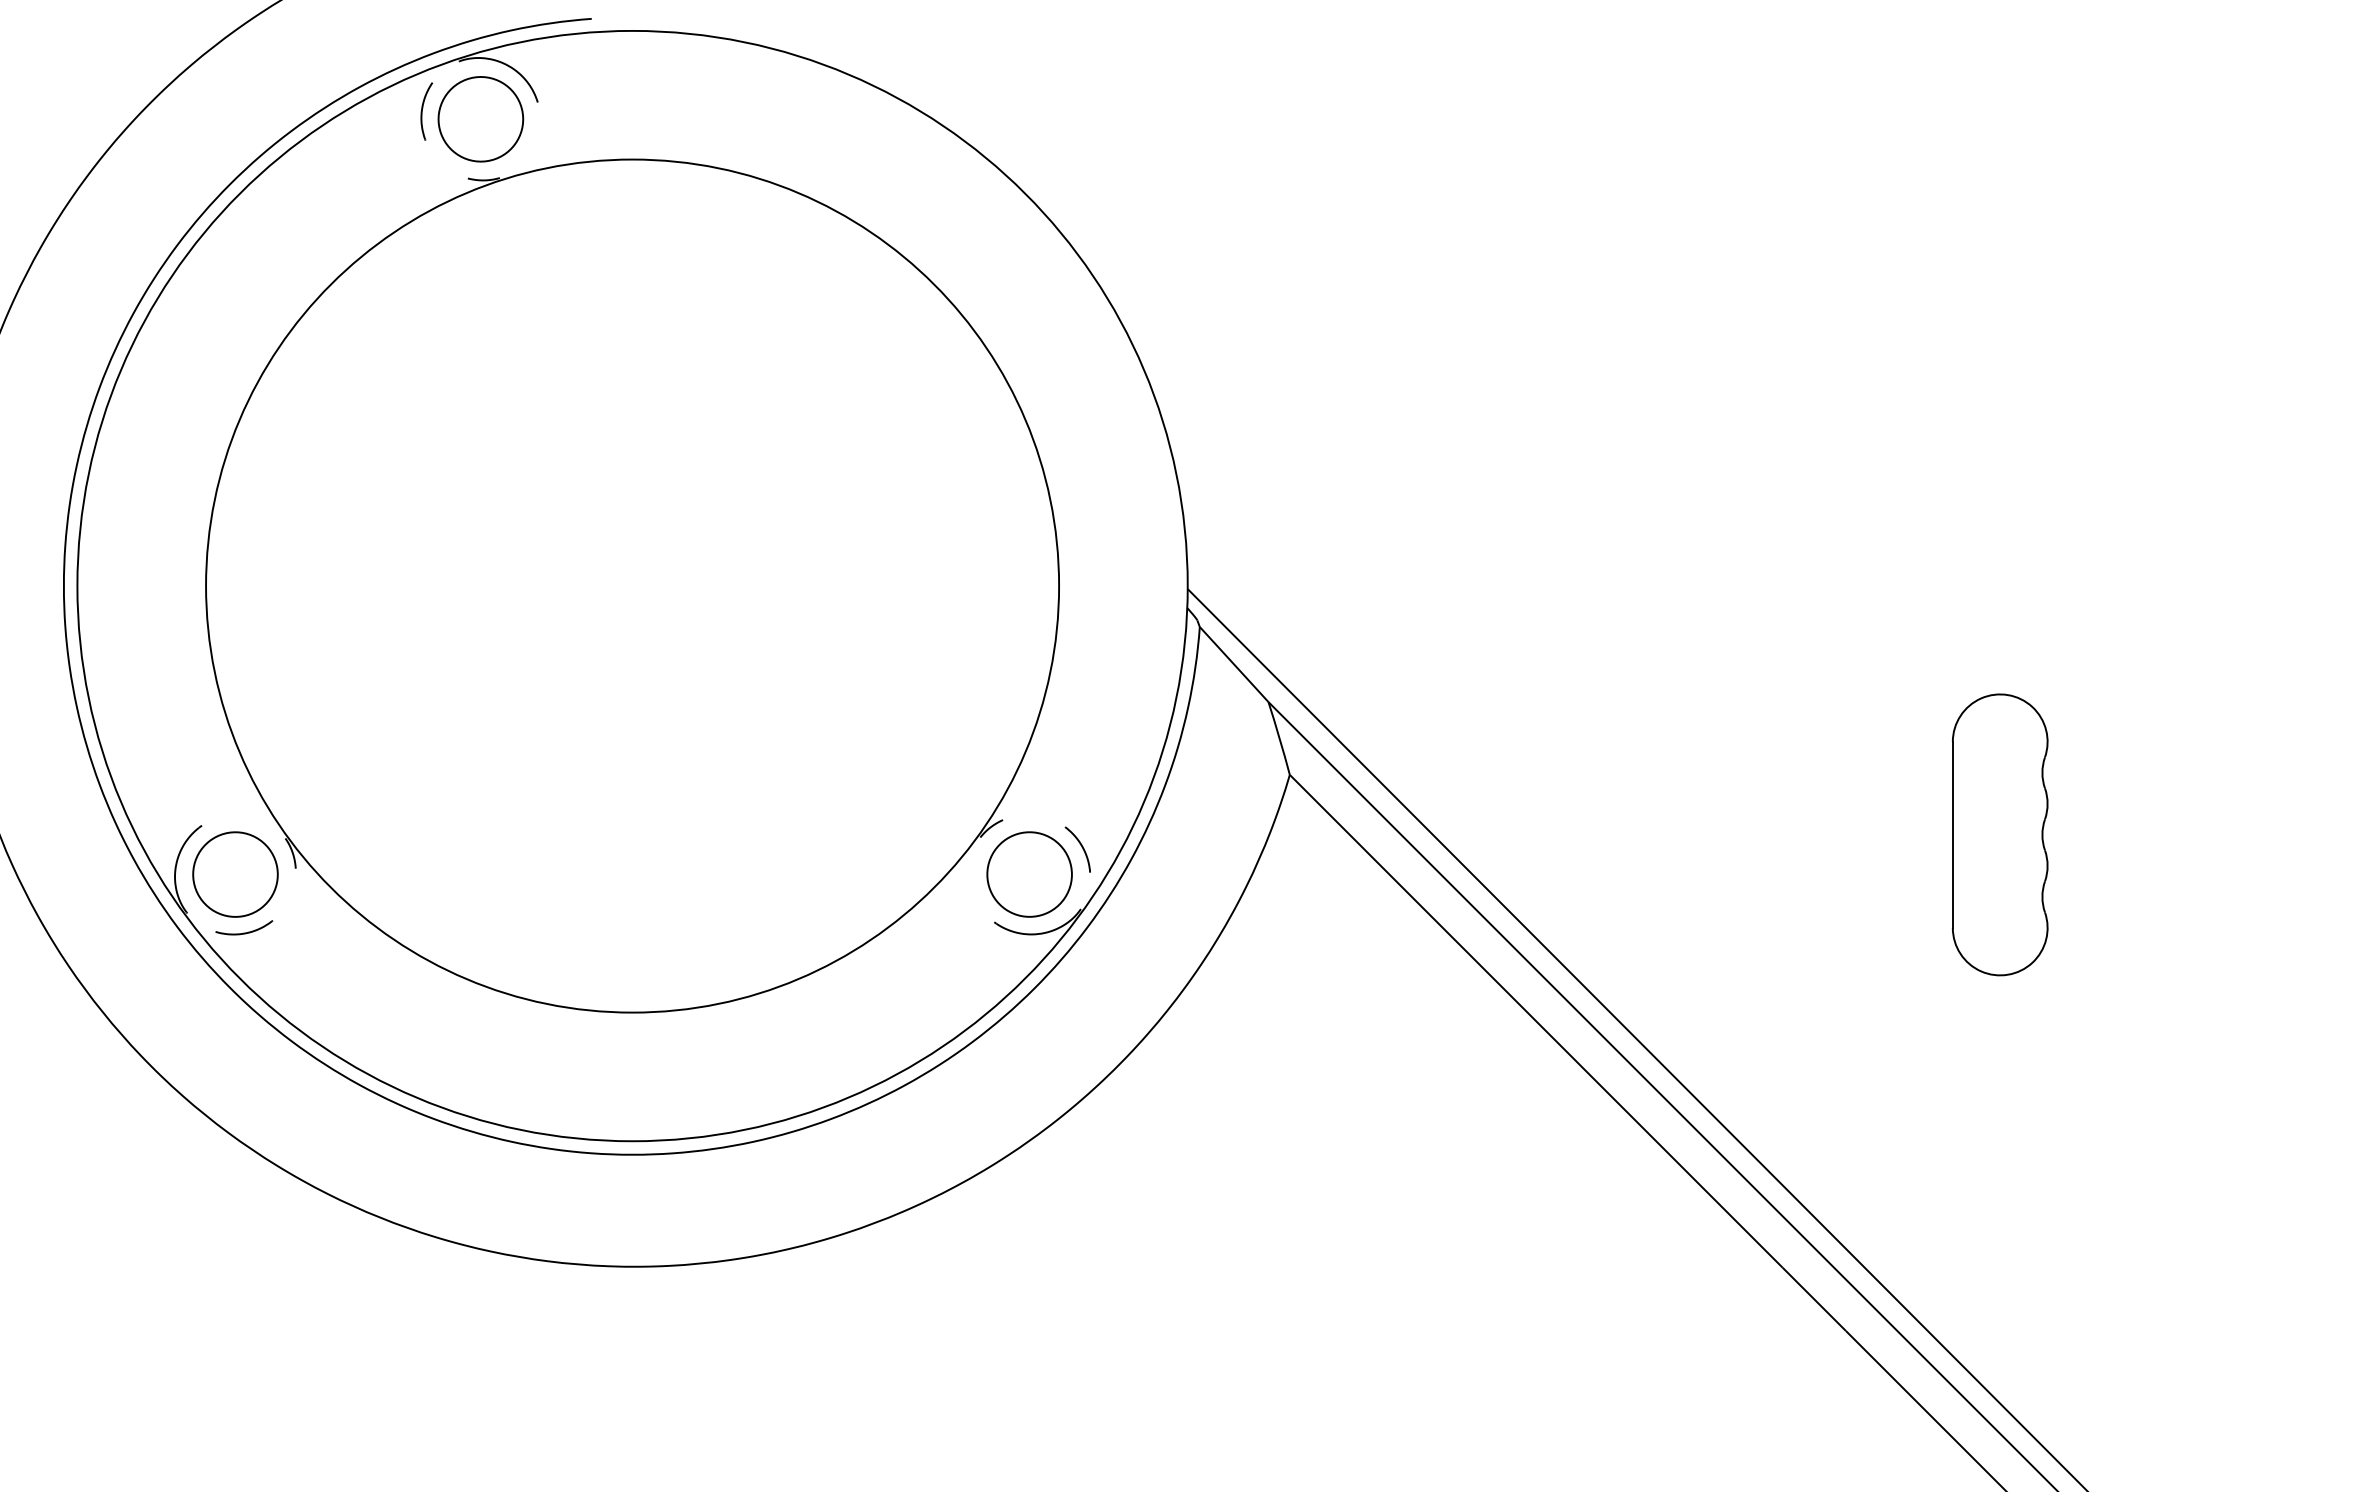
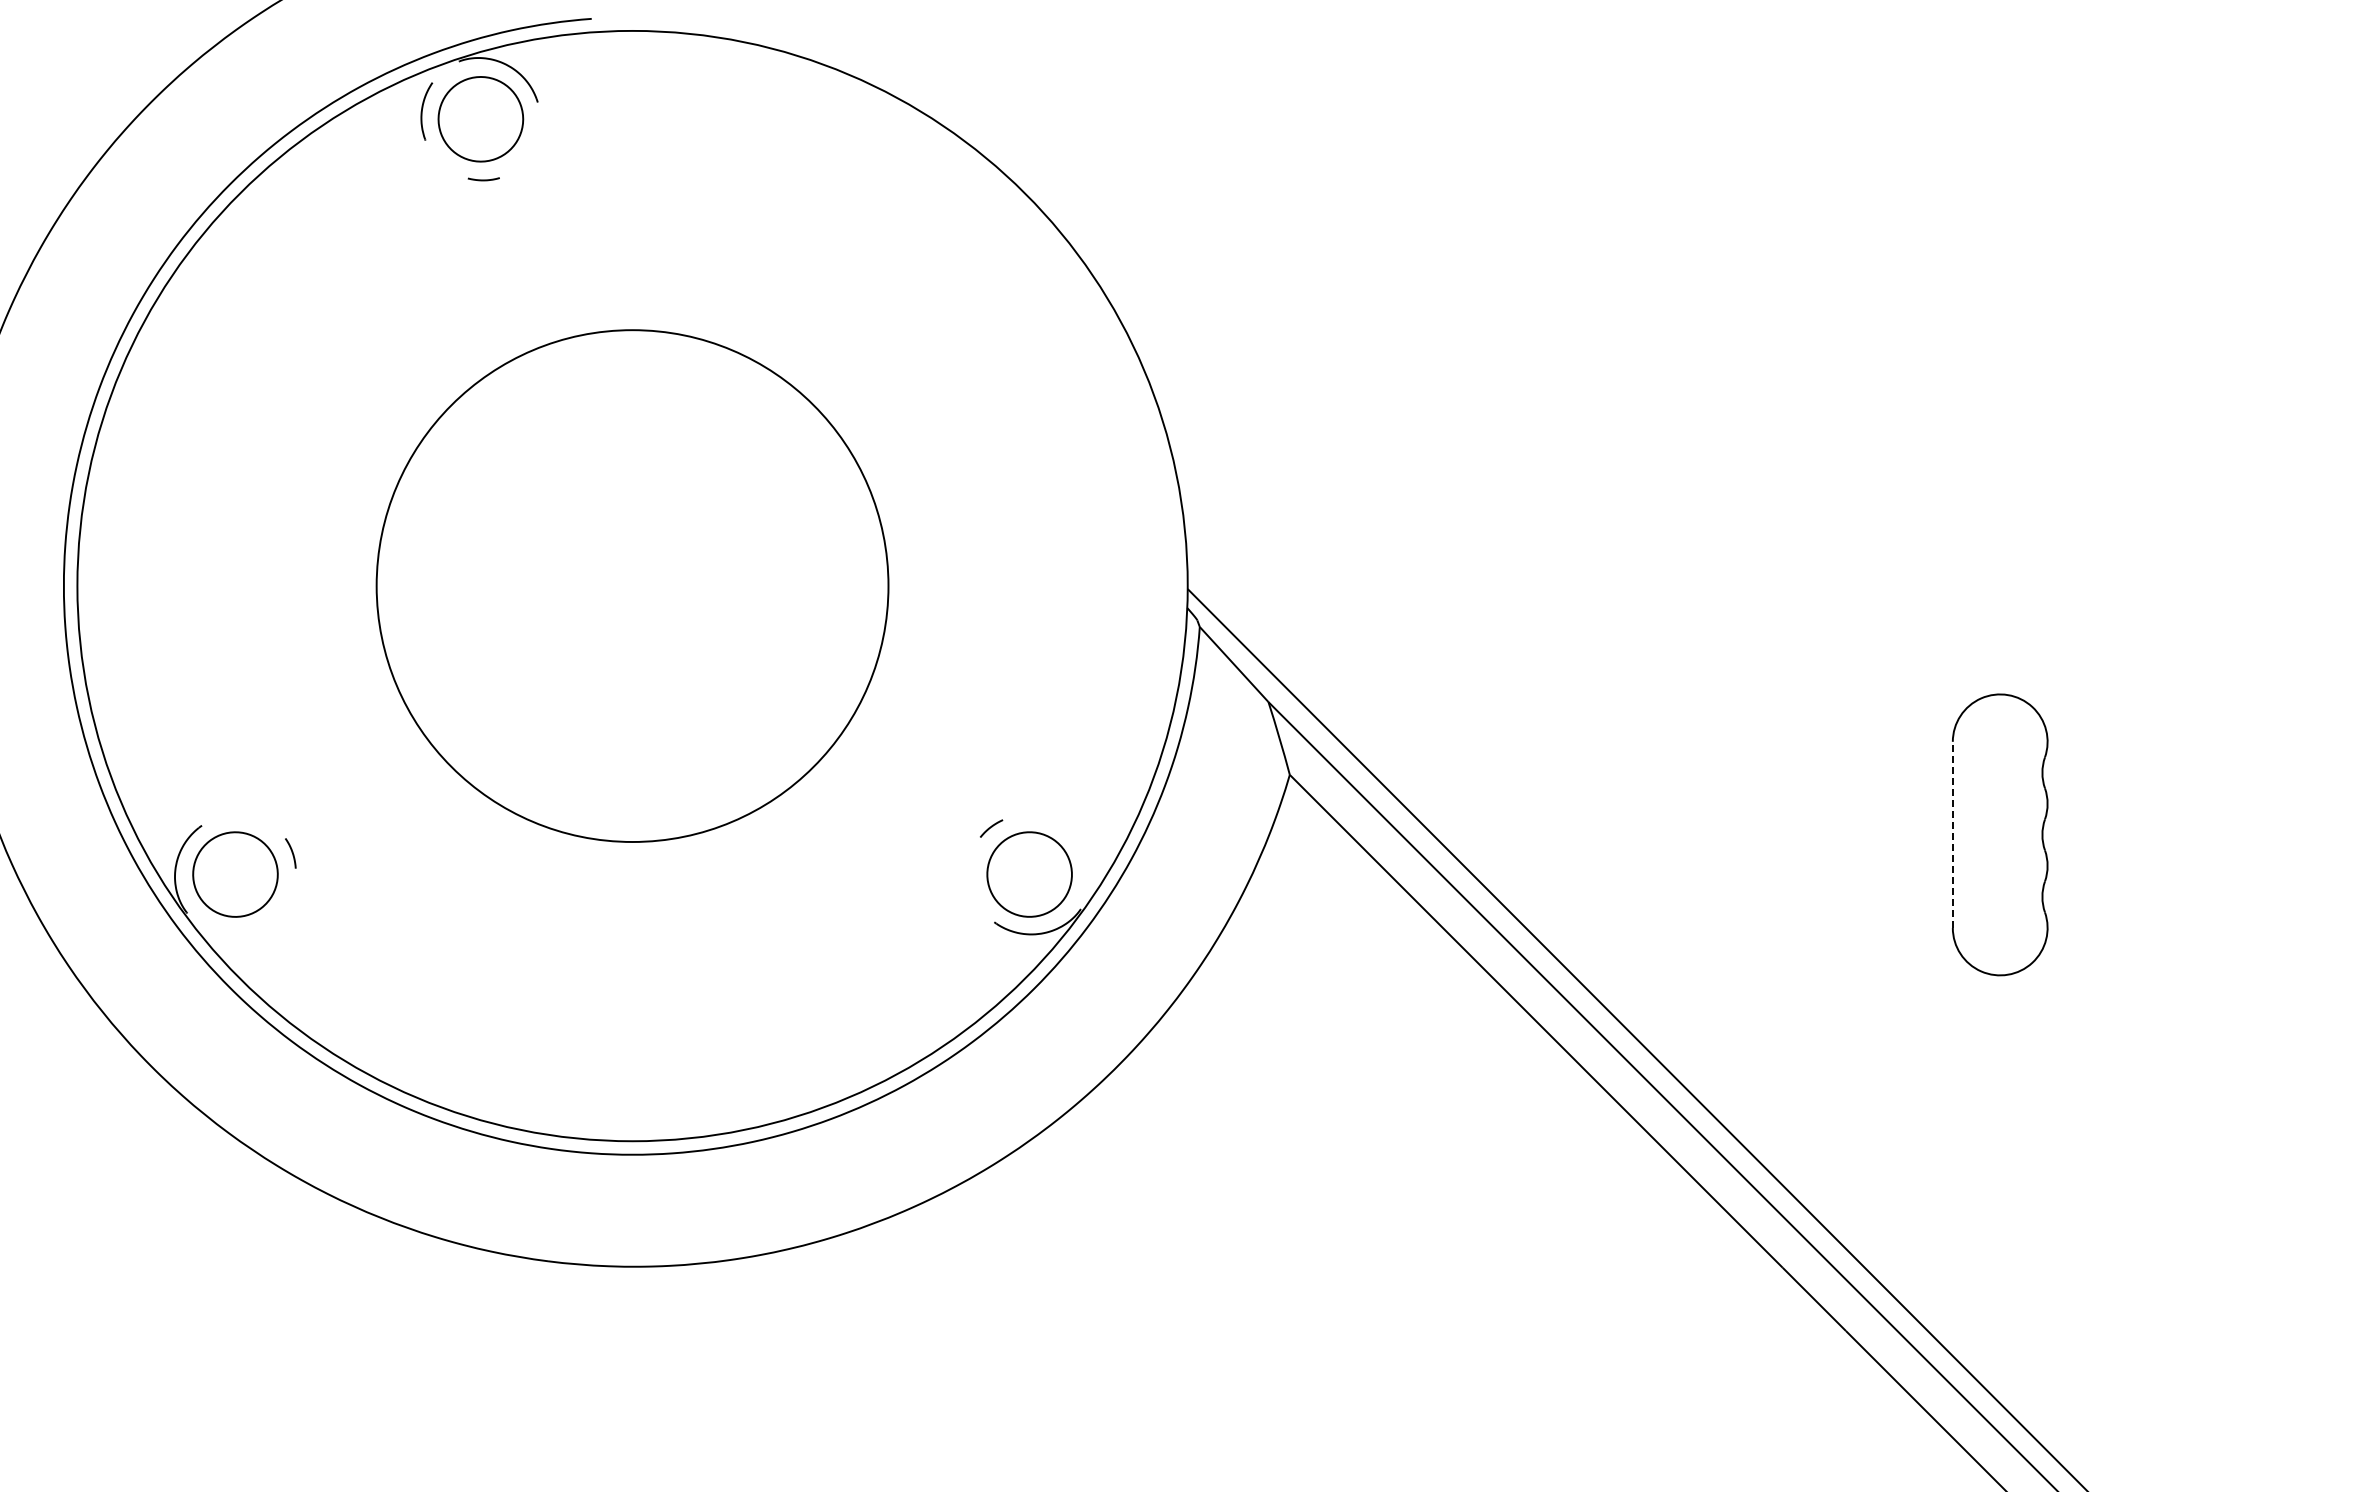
circle at (632, 585) diameter: 853 px -> 512 px
line at (1952, 834): solid -> dashed
curve at (1081, 847): present -> none
part at (244, 927): present -> none
